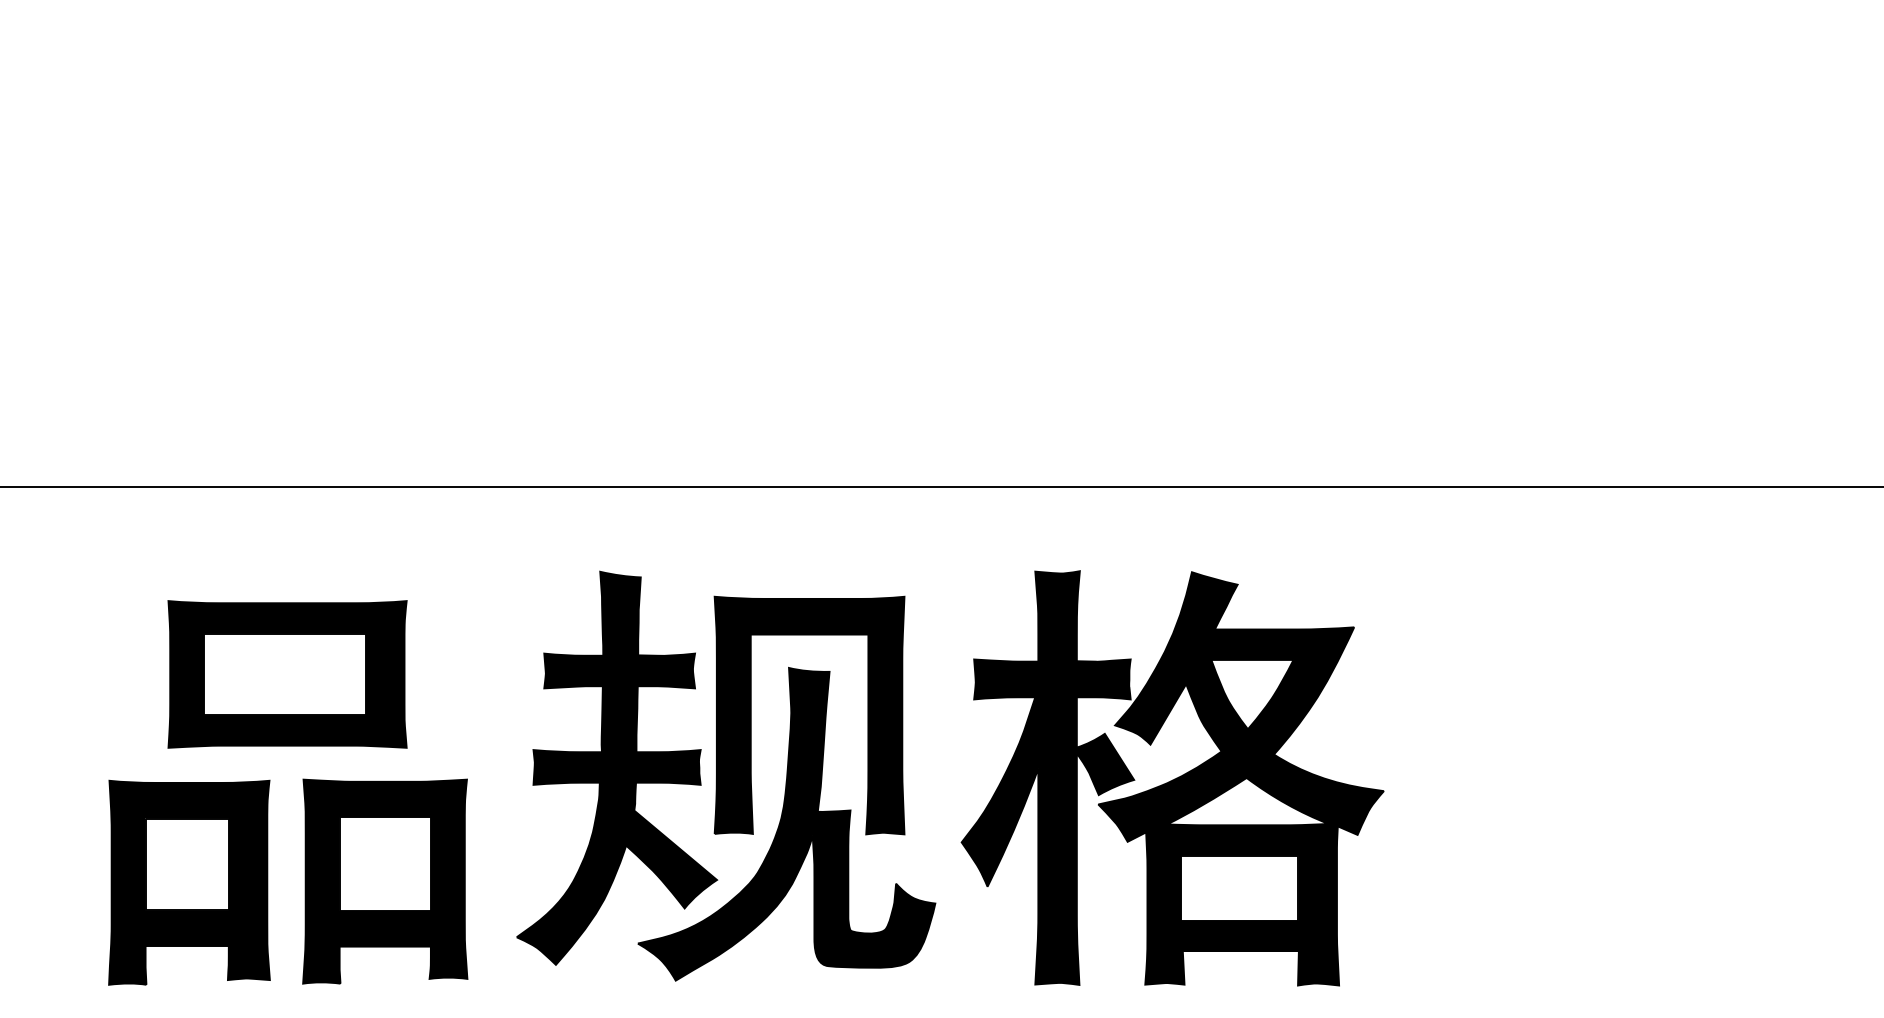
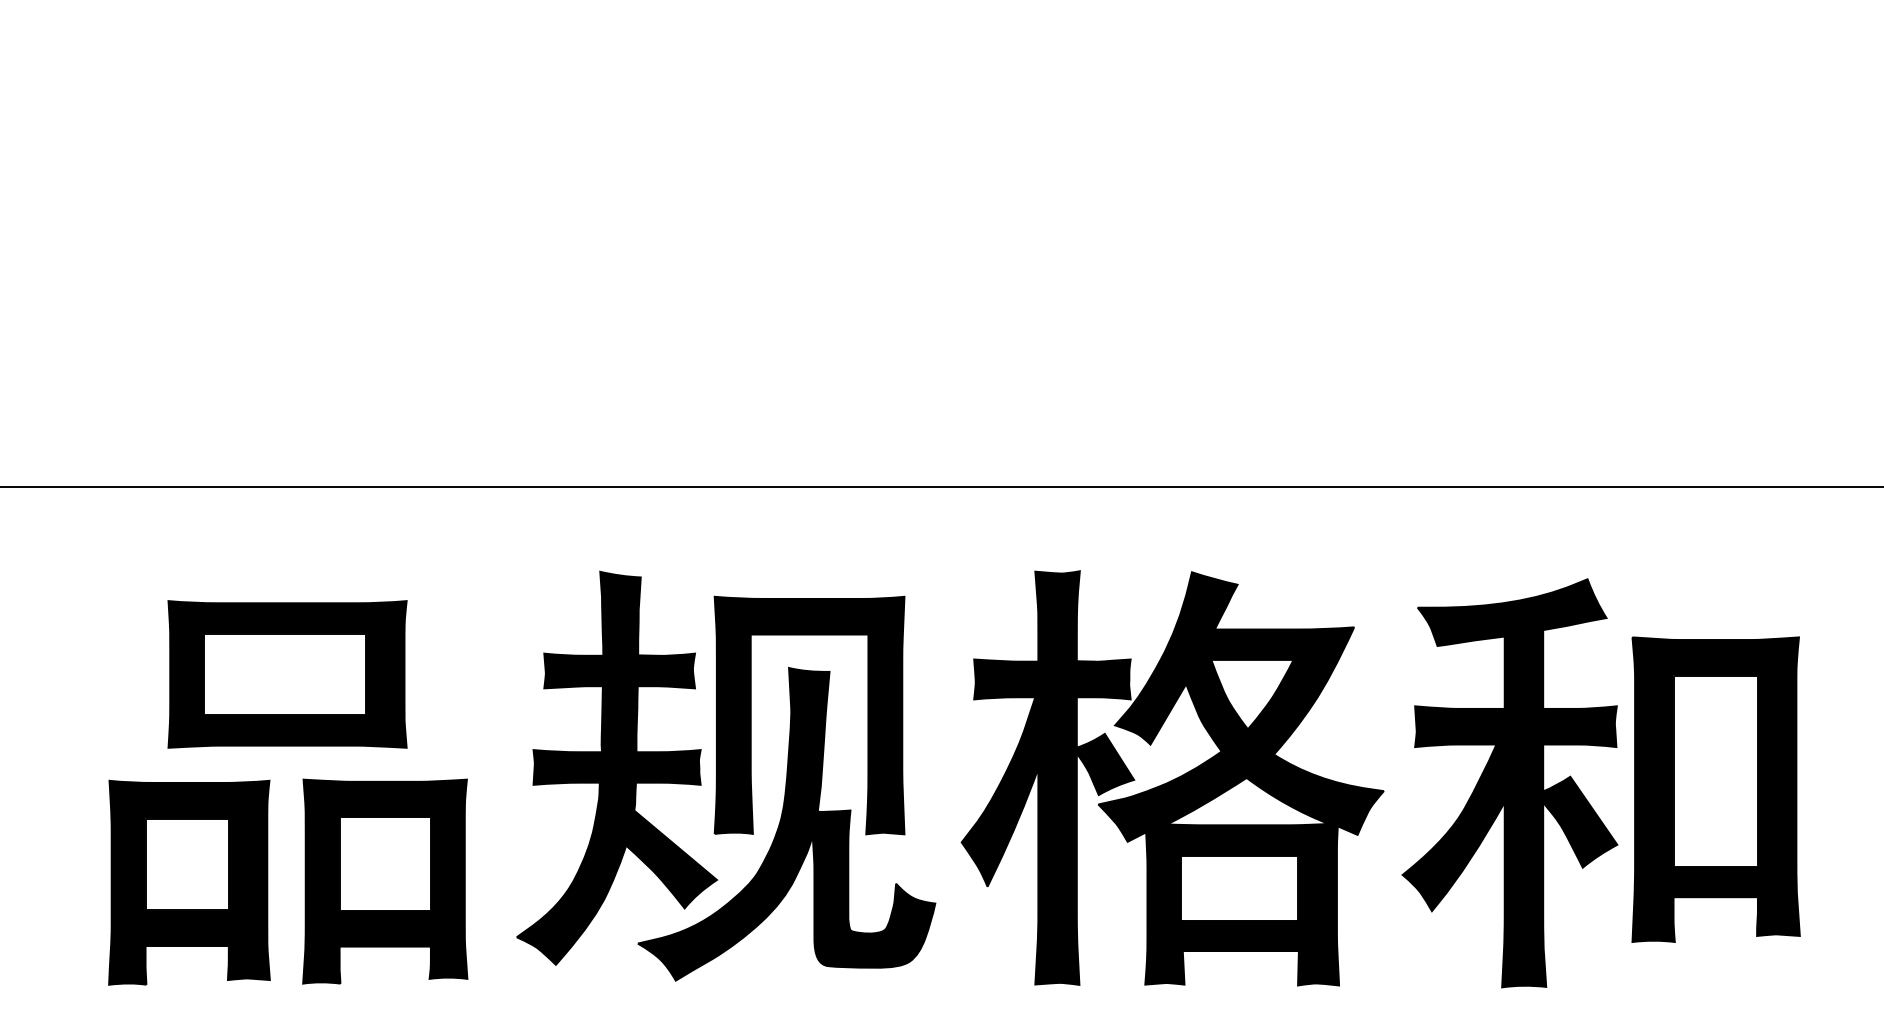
part at (1585, 796): none -> present
